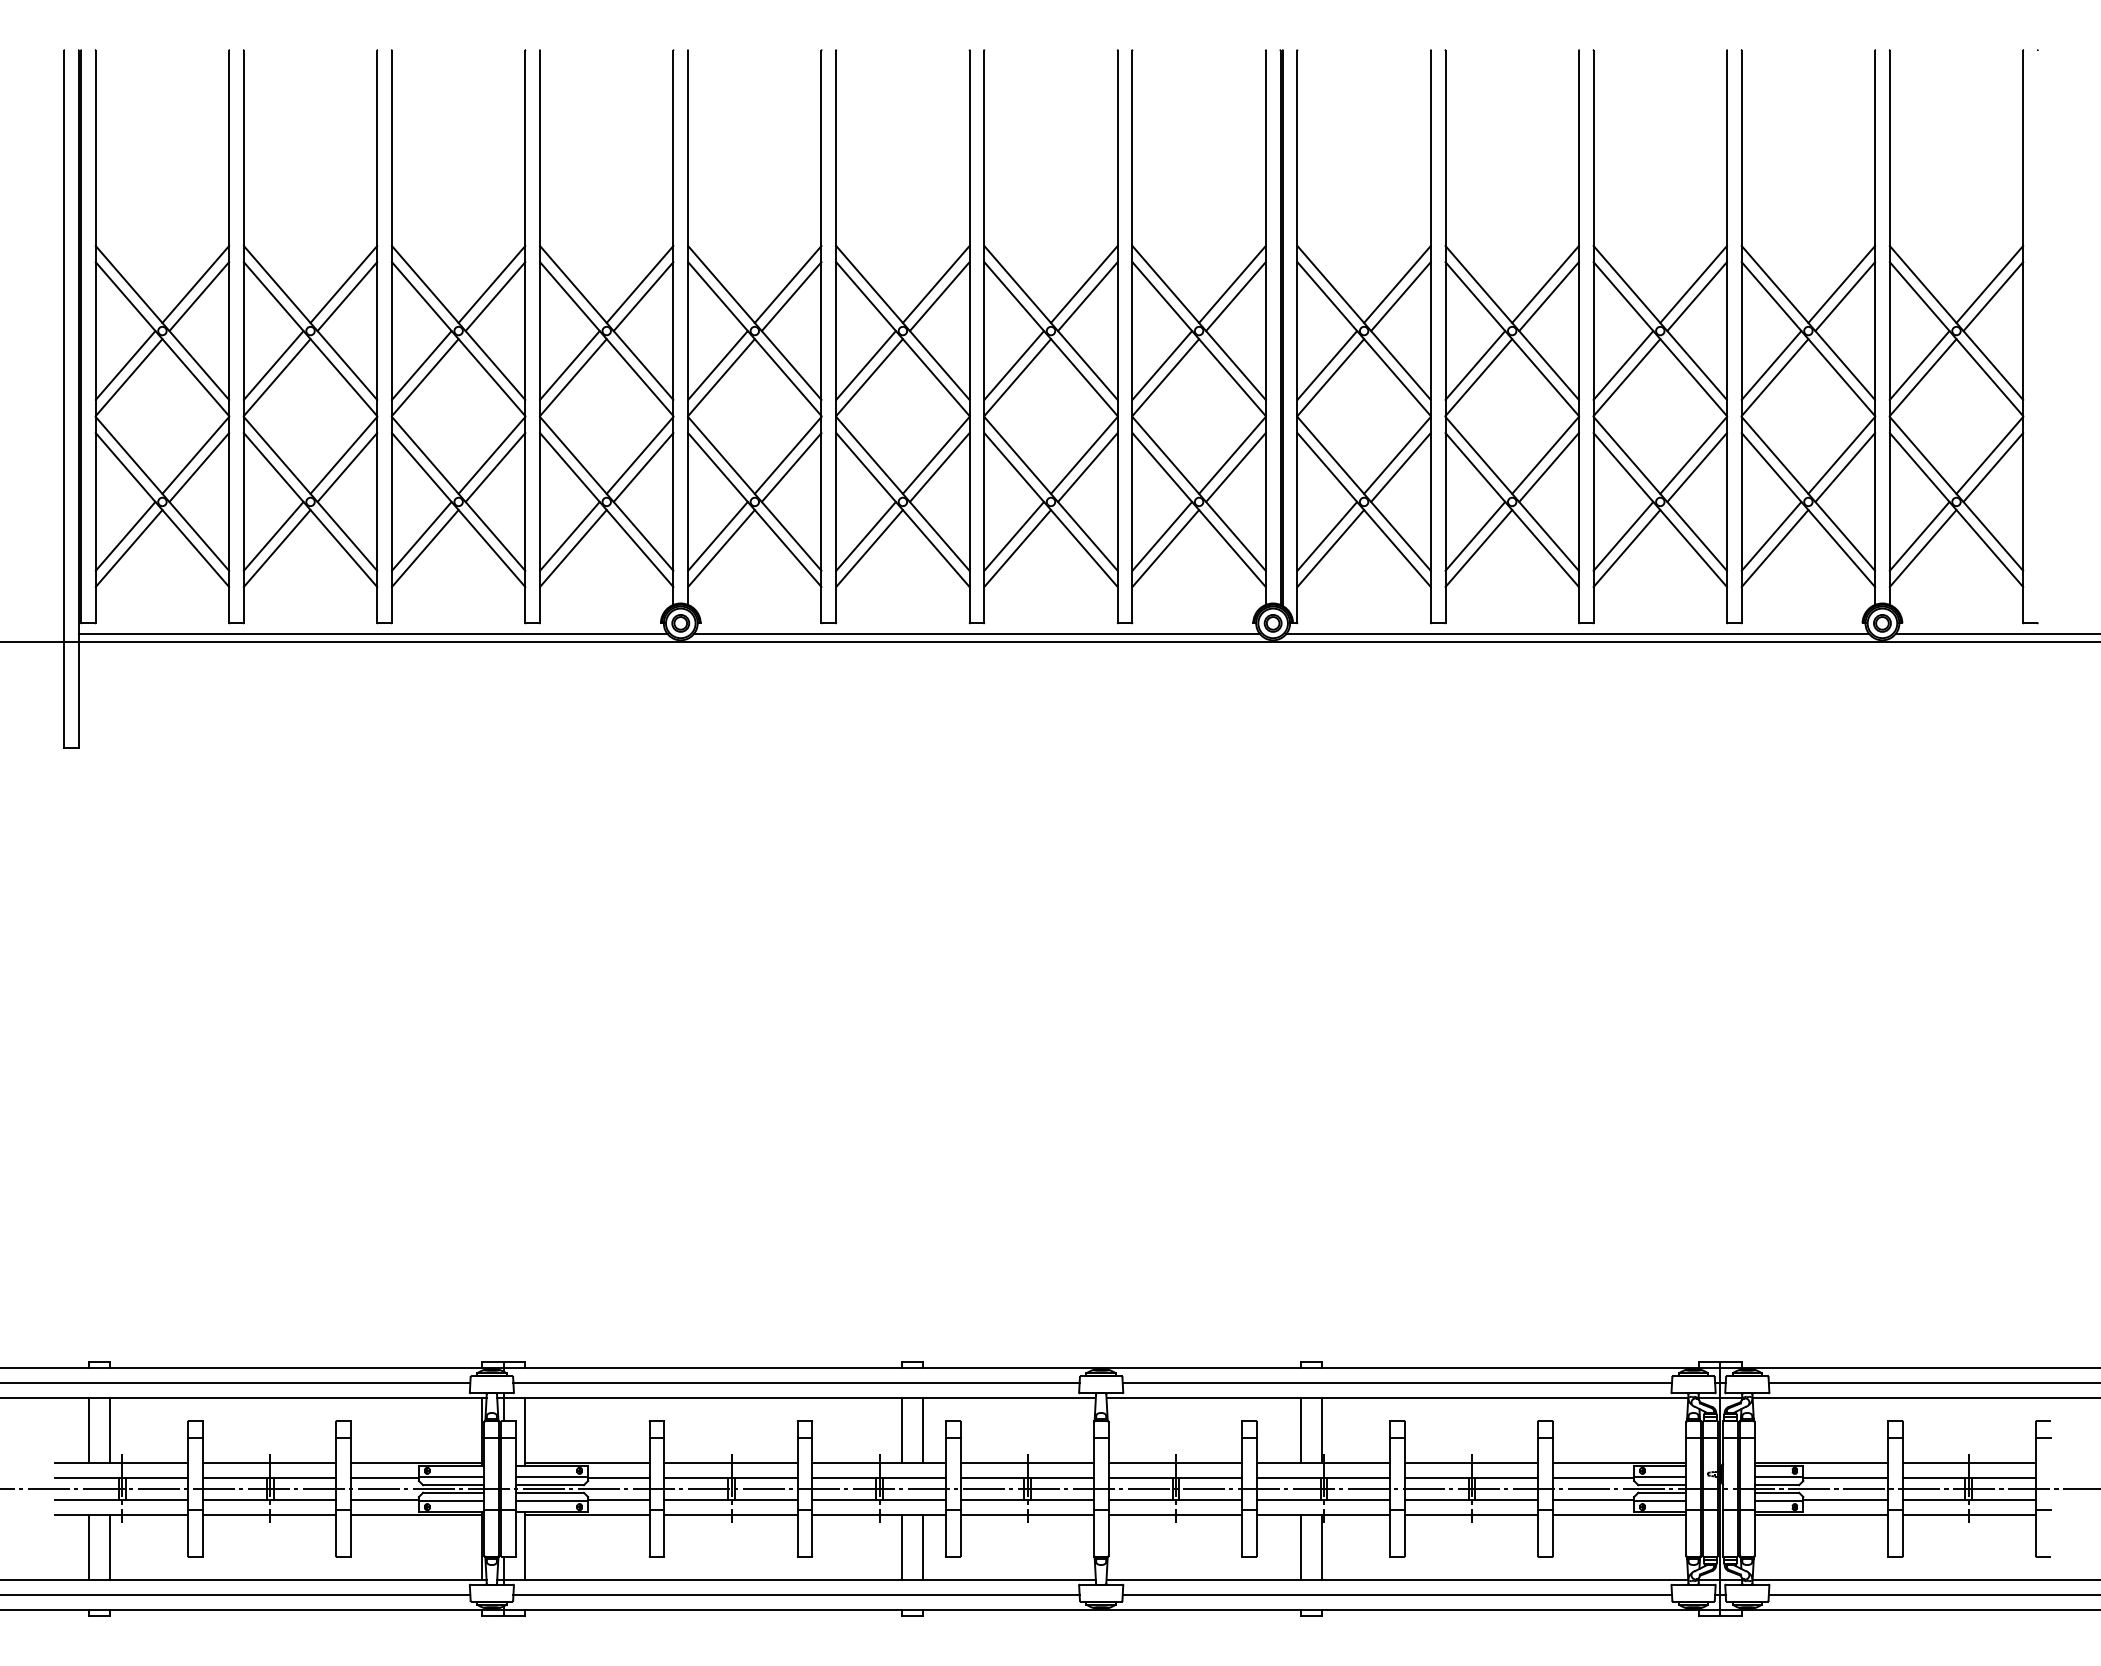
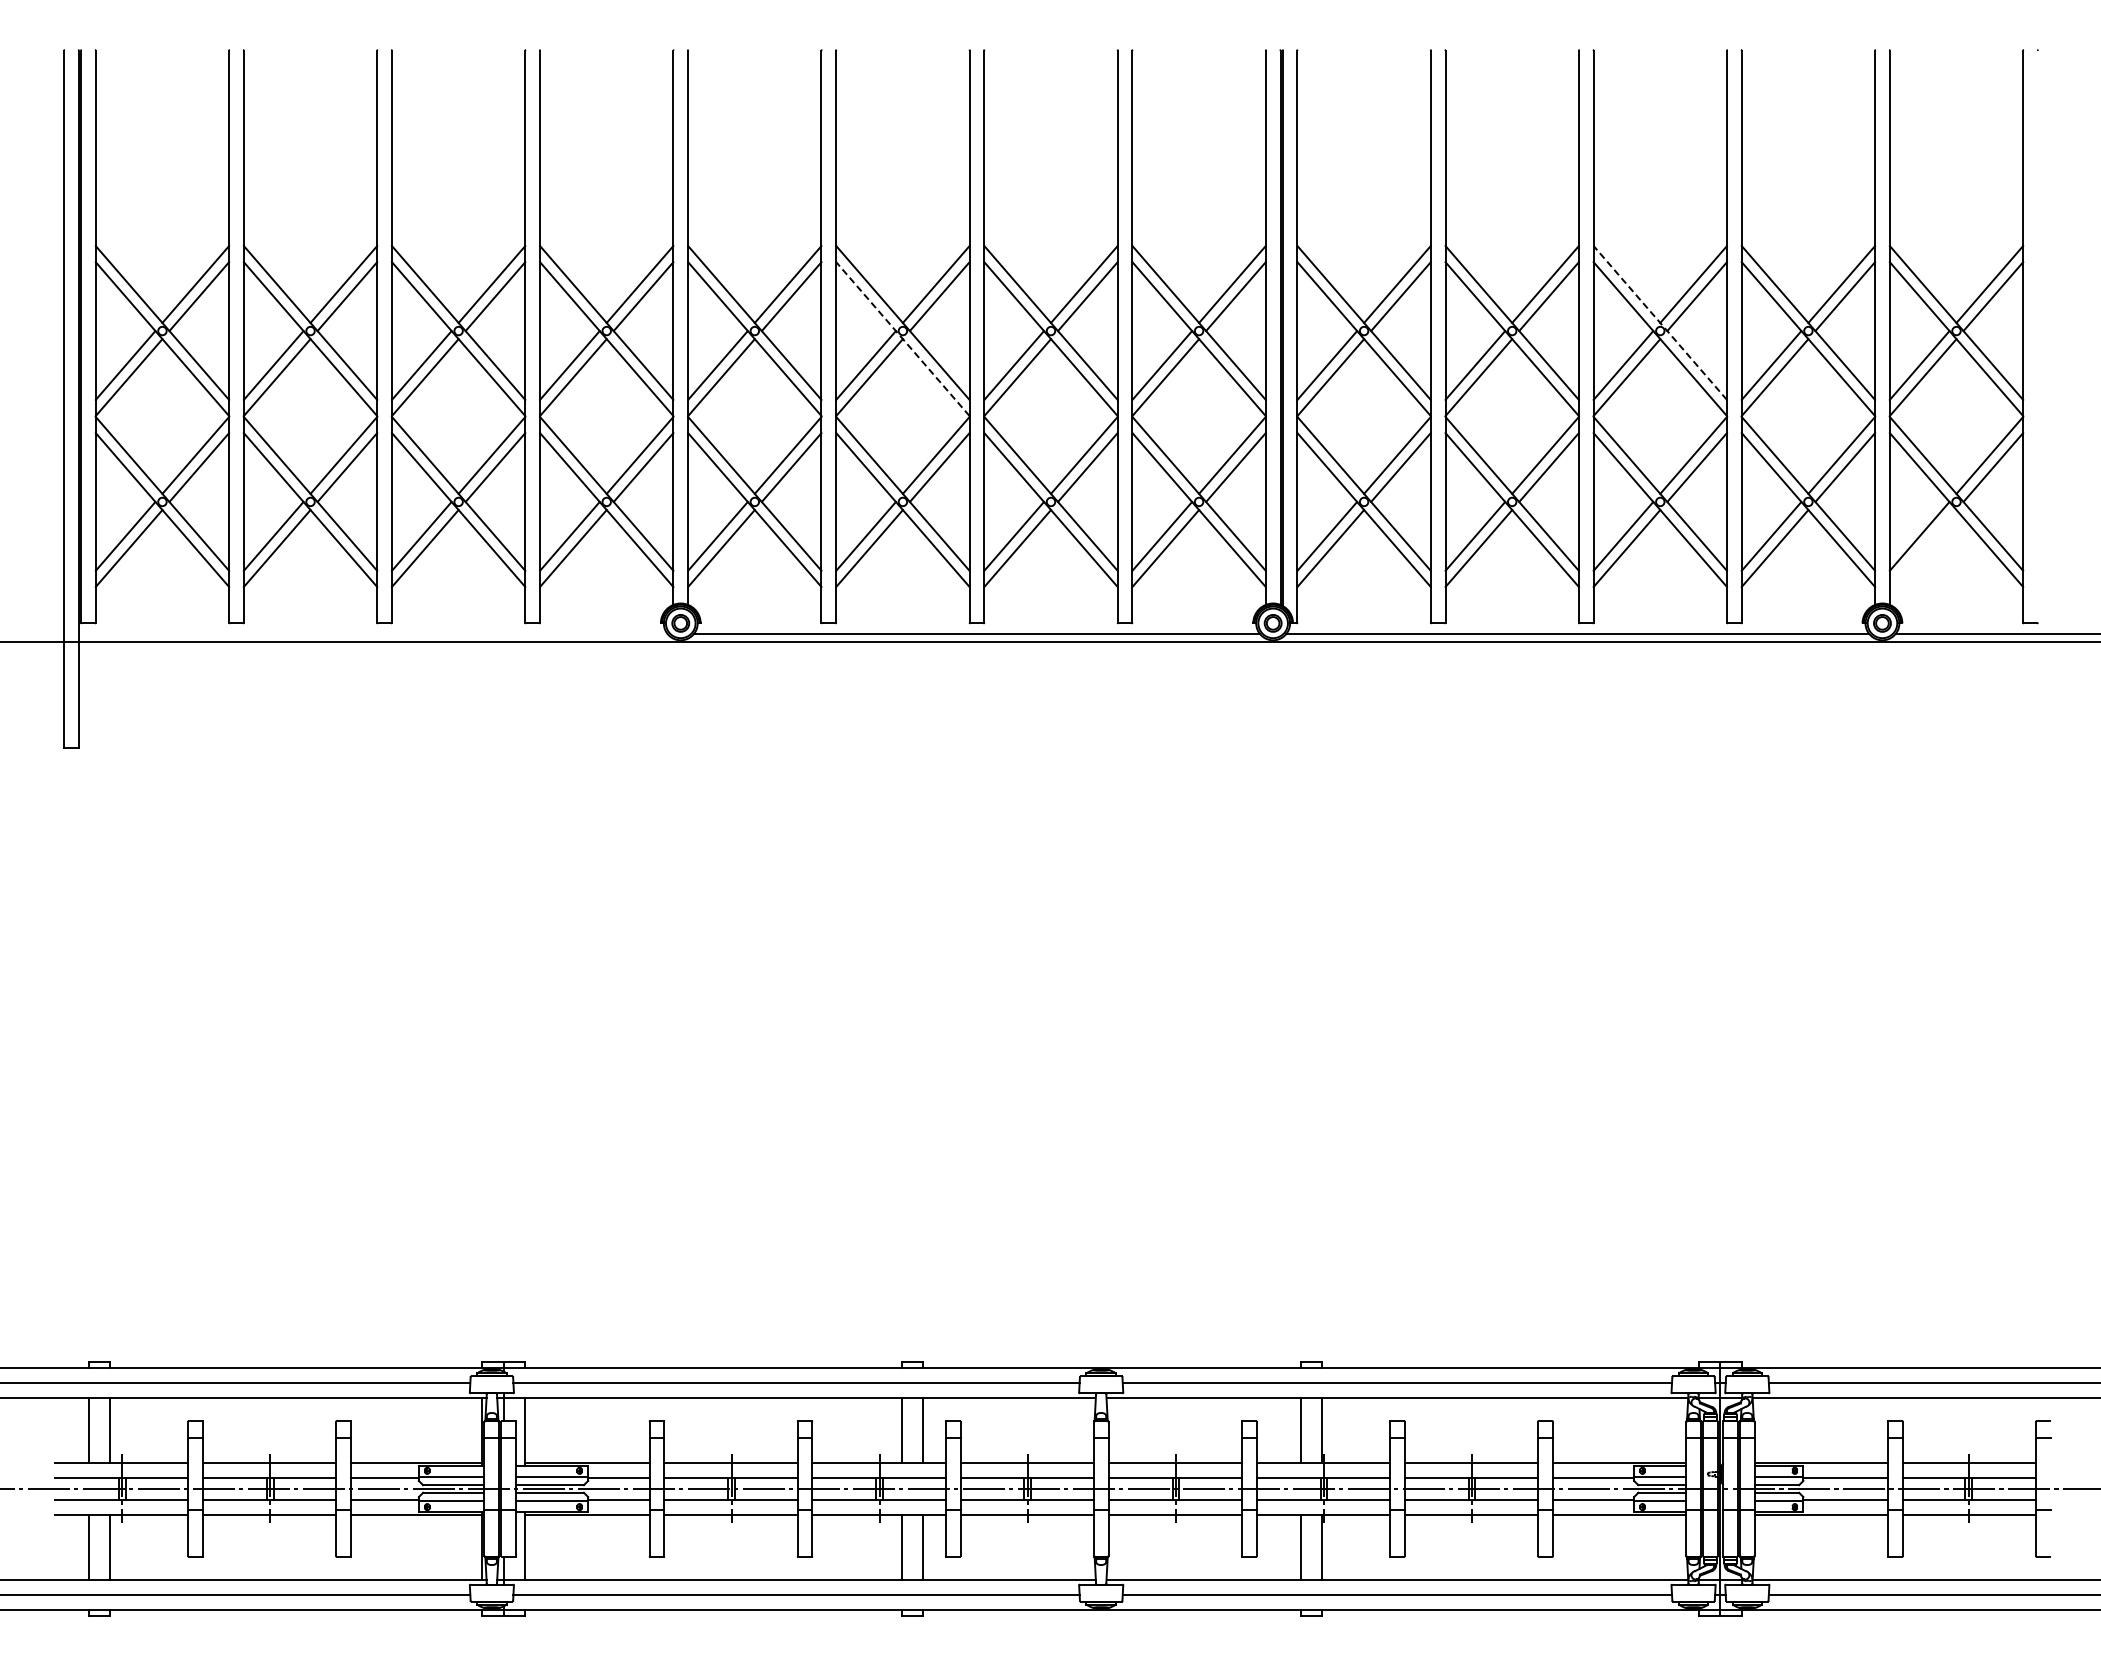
line at (1660, 322): solid -> dashed
line at (902, 339): solid -> dashed
line at (1922, 548): present -> none
line at (372, 633): present -> none
